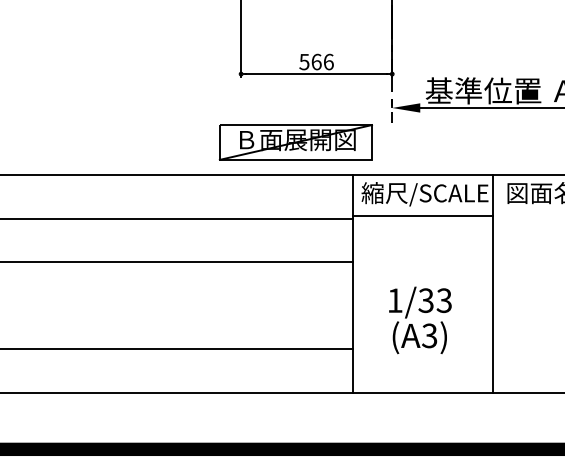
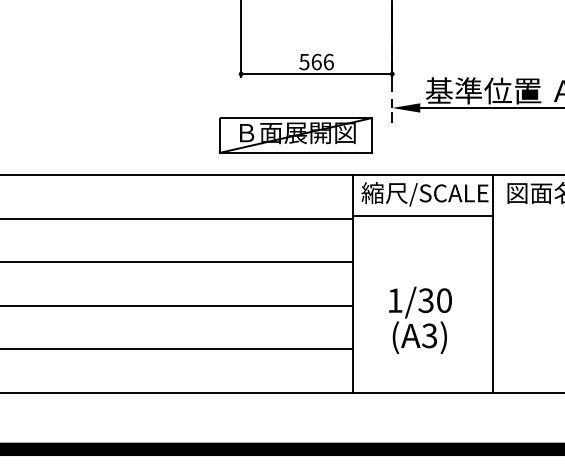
part at (295, 142) position: (295, 142) -> (295, 135)
text at (443, 300): 1/33 -> 1/30
line at (177, 305): none -> present
